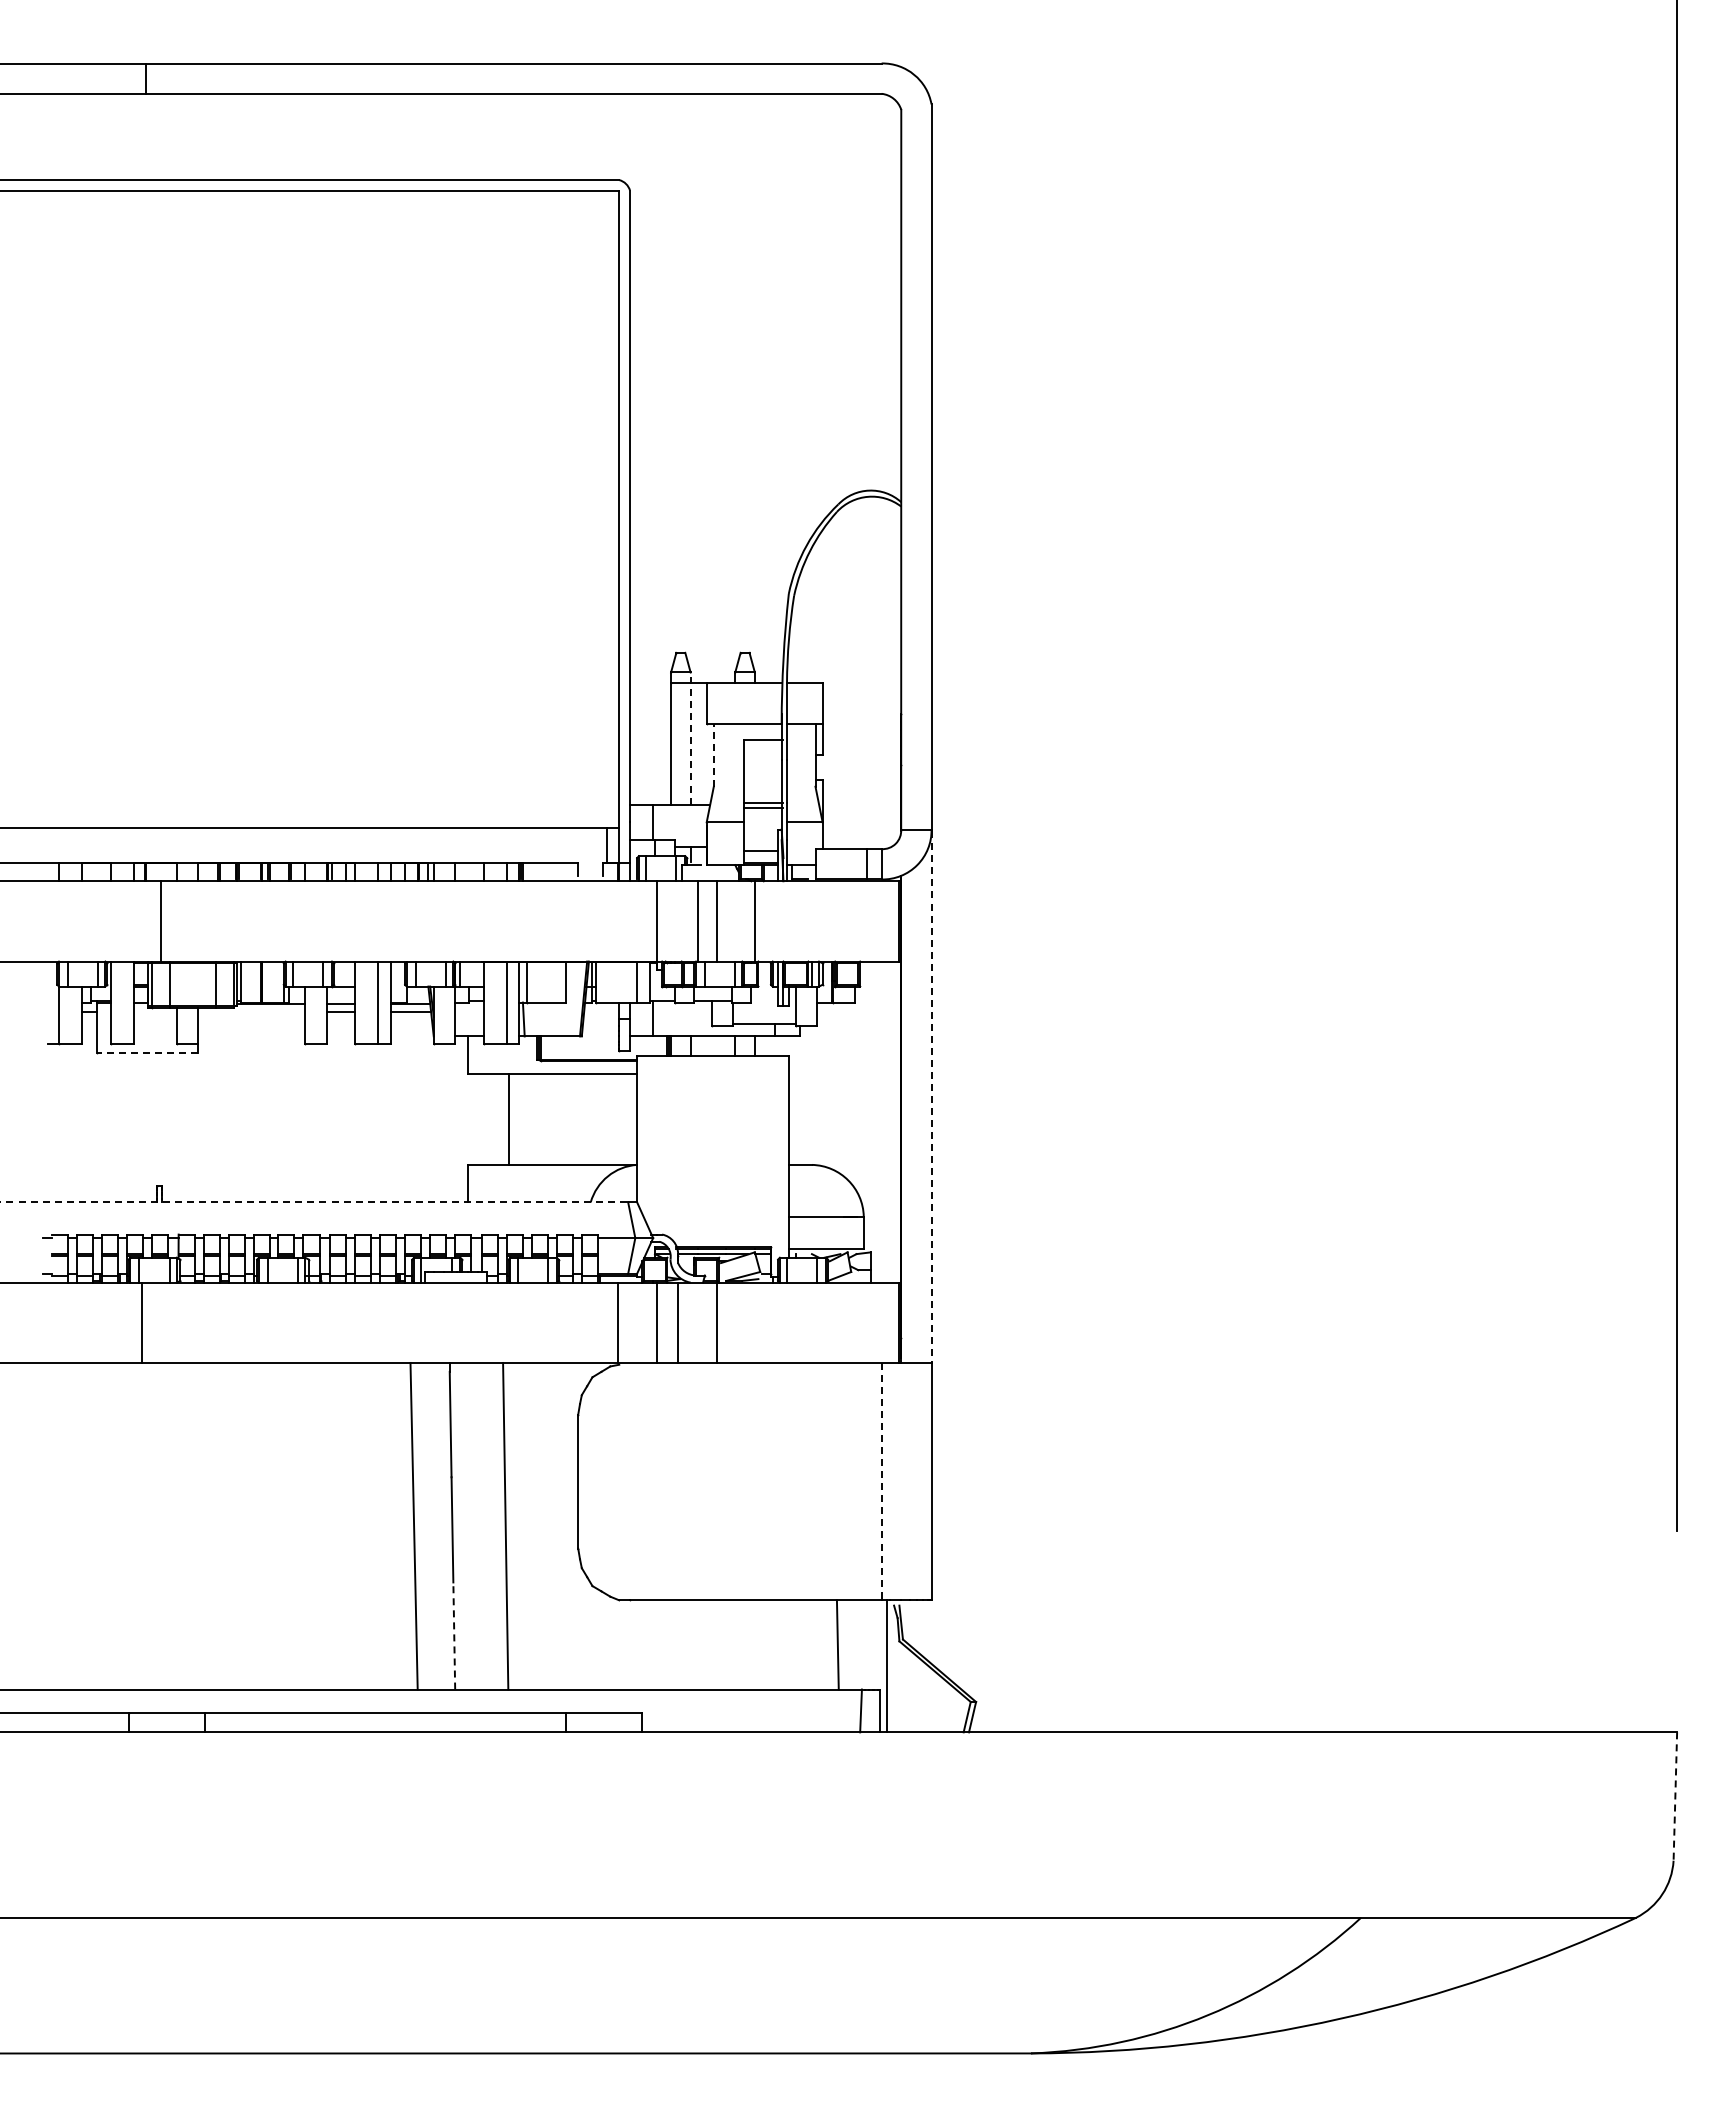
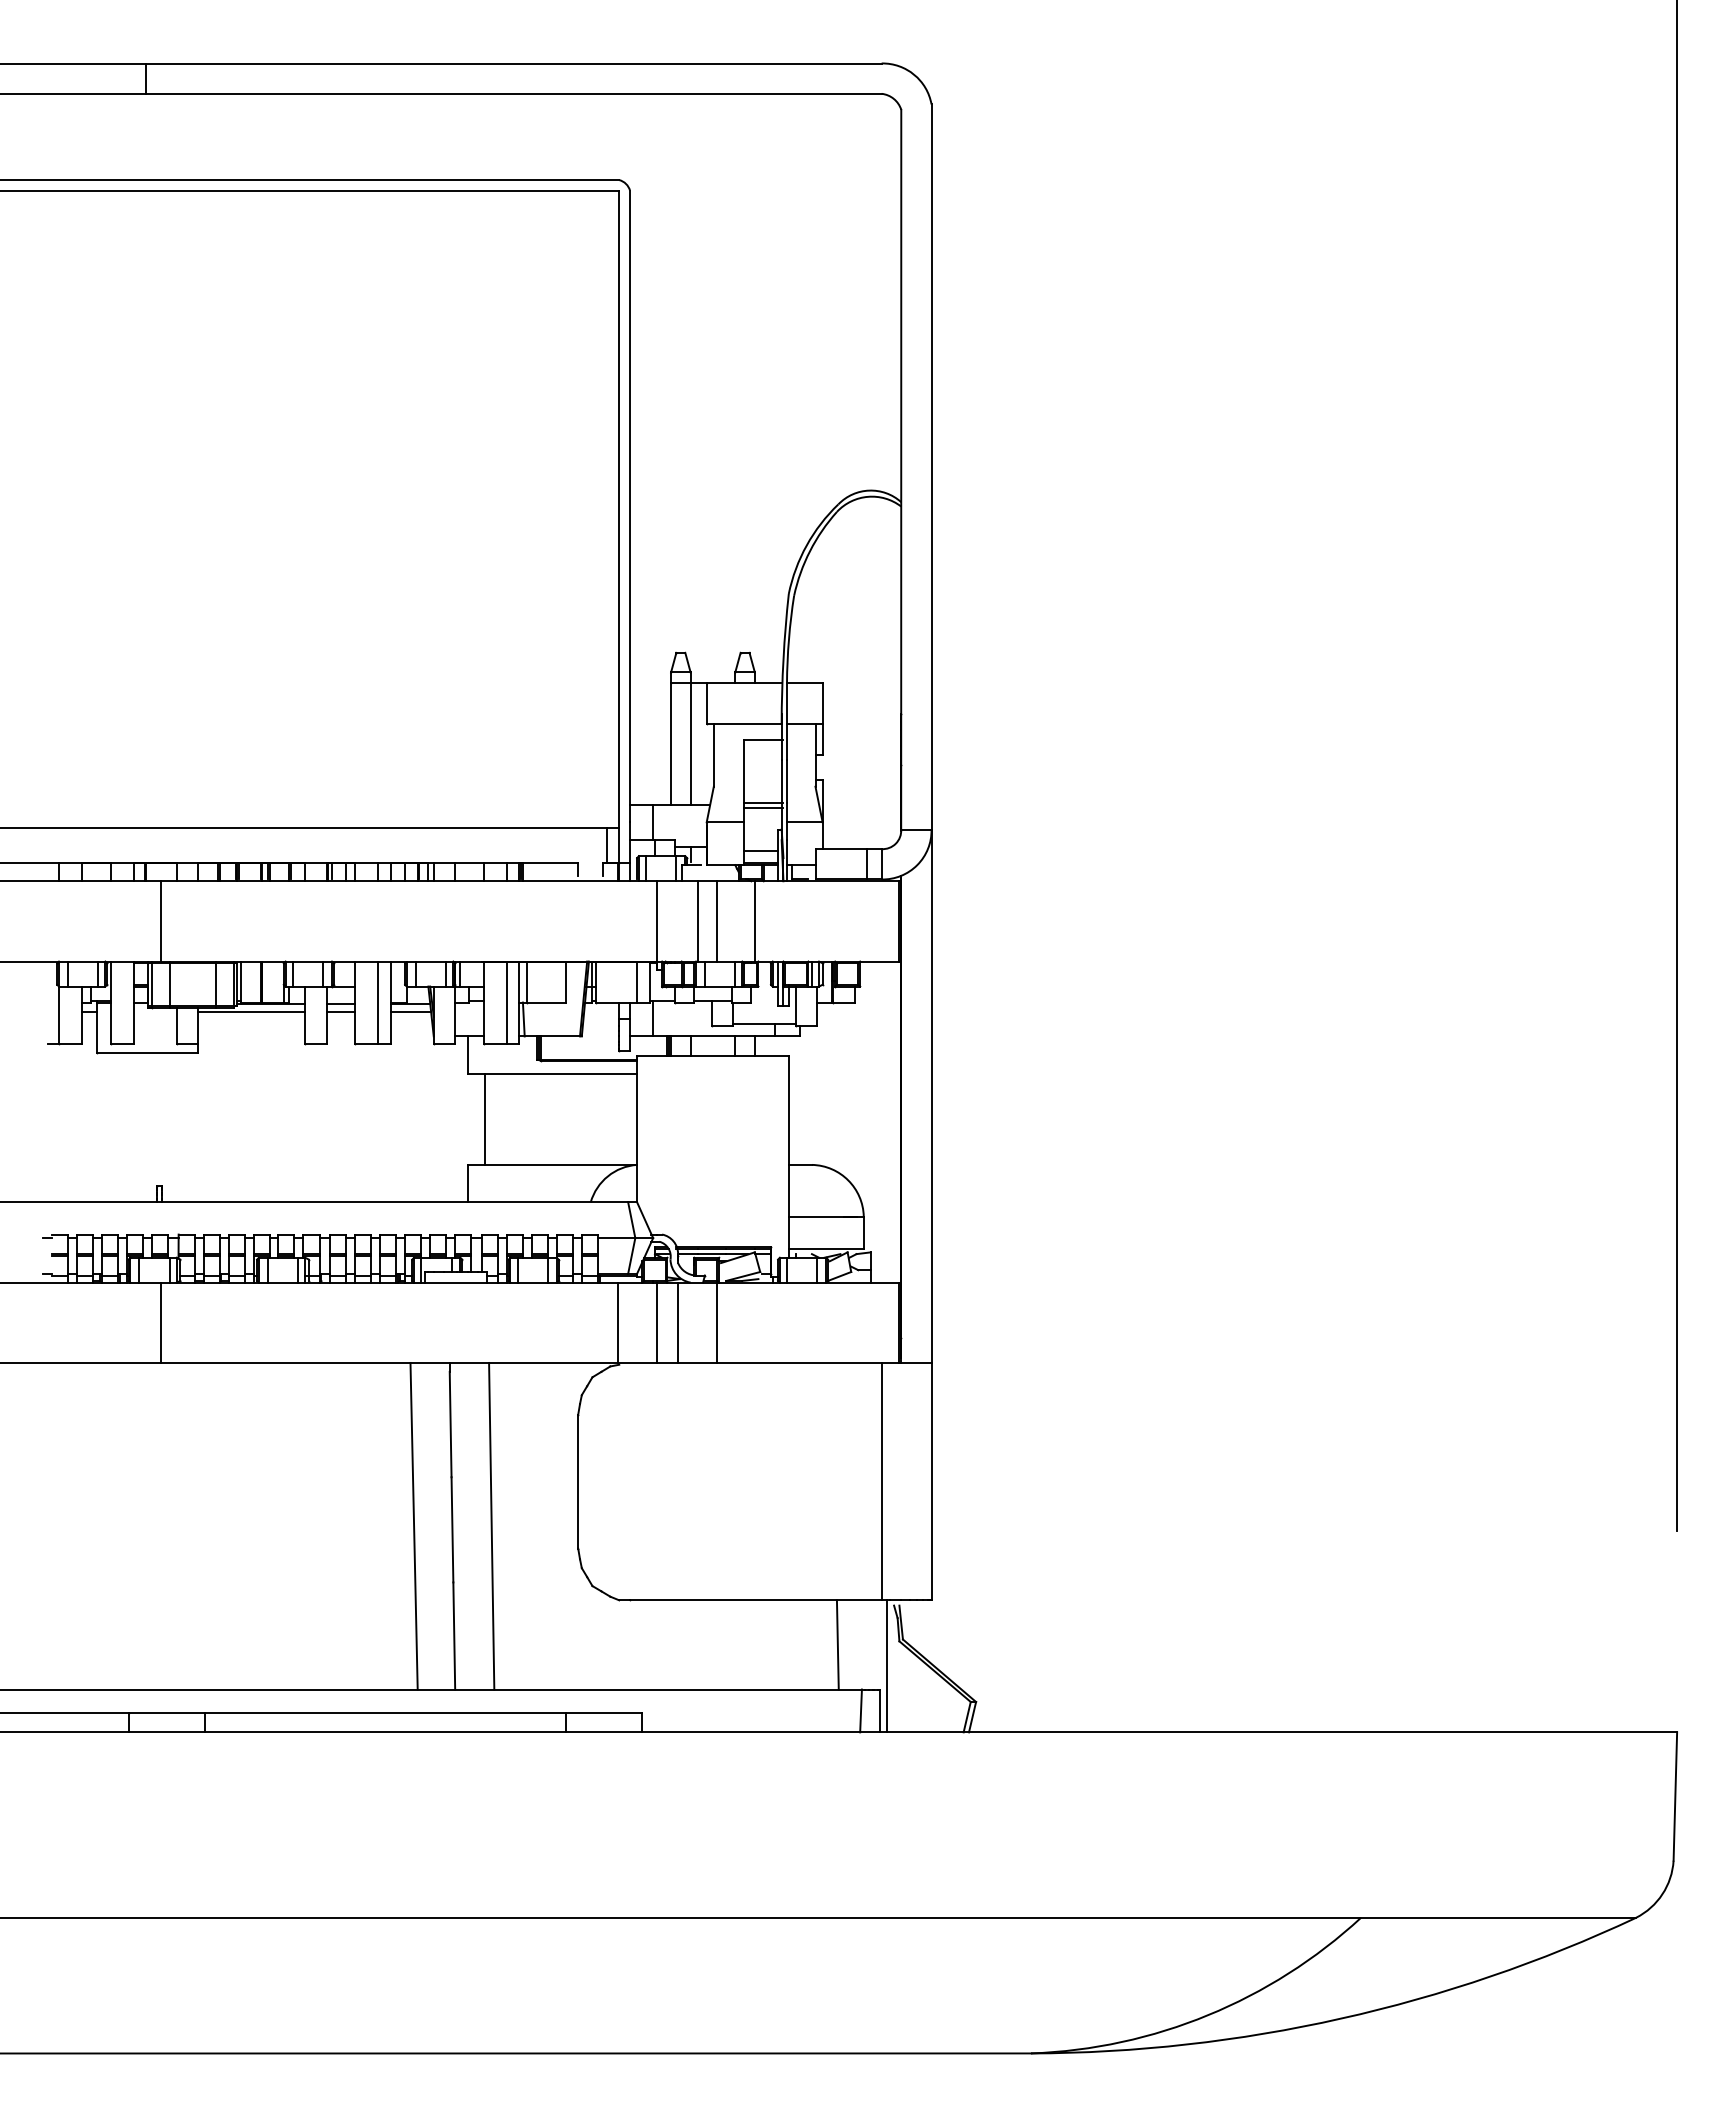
line at (690, 738): dashed -> solid
line at (713, 754): dashed -> solid
line at (251, 1011): none -> present
line at (147, 1052): dashed -> solid
line at (931, 1097): dashed -> solid
line at (509, 1118) position: (509, 1118) -> (485, 1118)
line at (314, 1202): dashed -> solid
line at (141, 1322) position: (141, 1322) -> (160, 1322)
line at (881, 1481): dashed -> solid
line at (505, 1525) position: (505, 1525) -> (491, 1525)
line at (454, 1636): dashed -> solid
line at (1675, 1797): dashed -> solid
